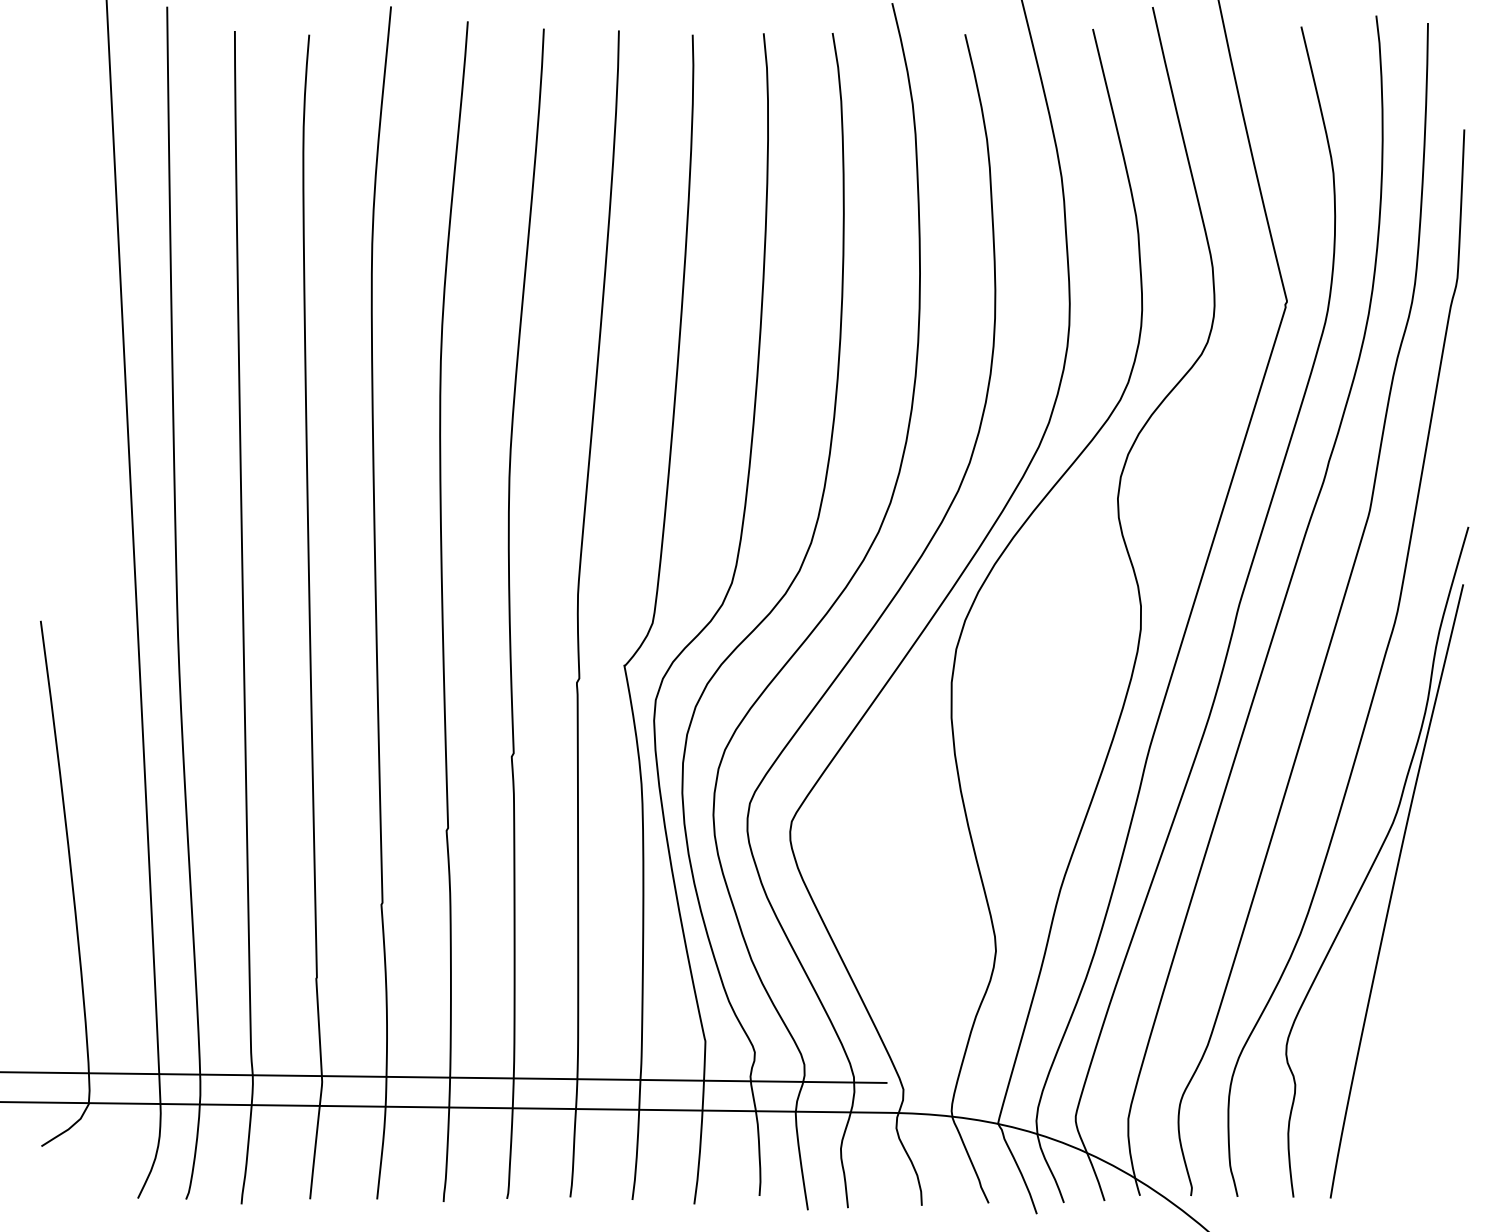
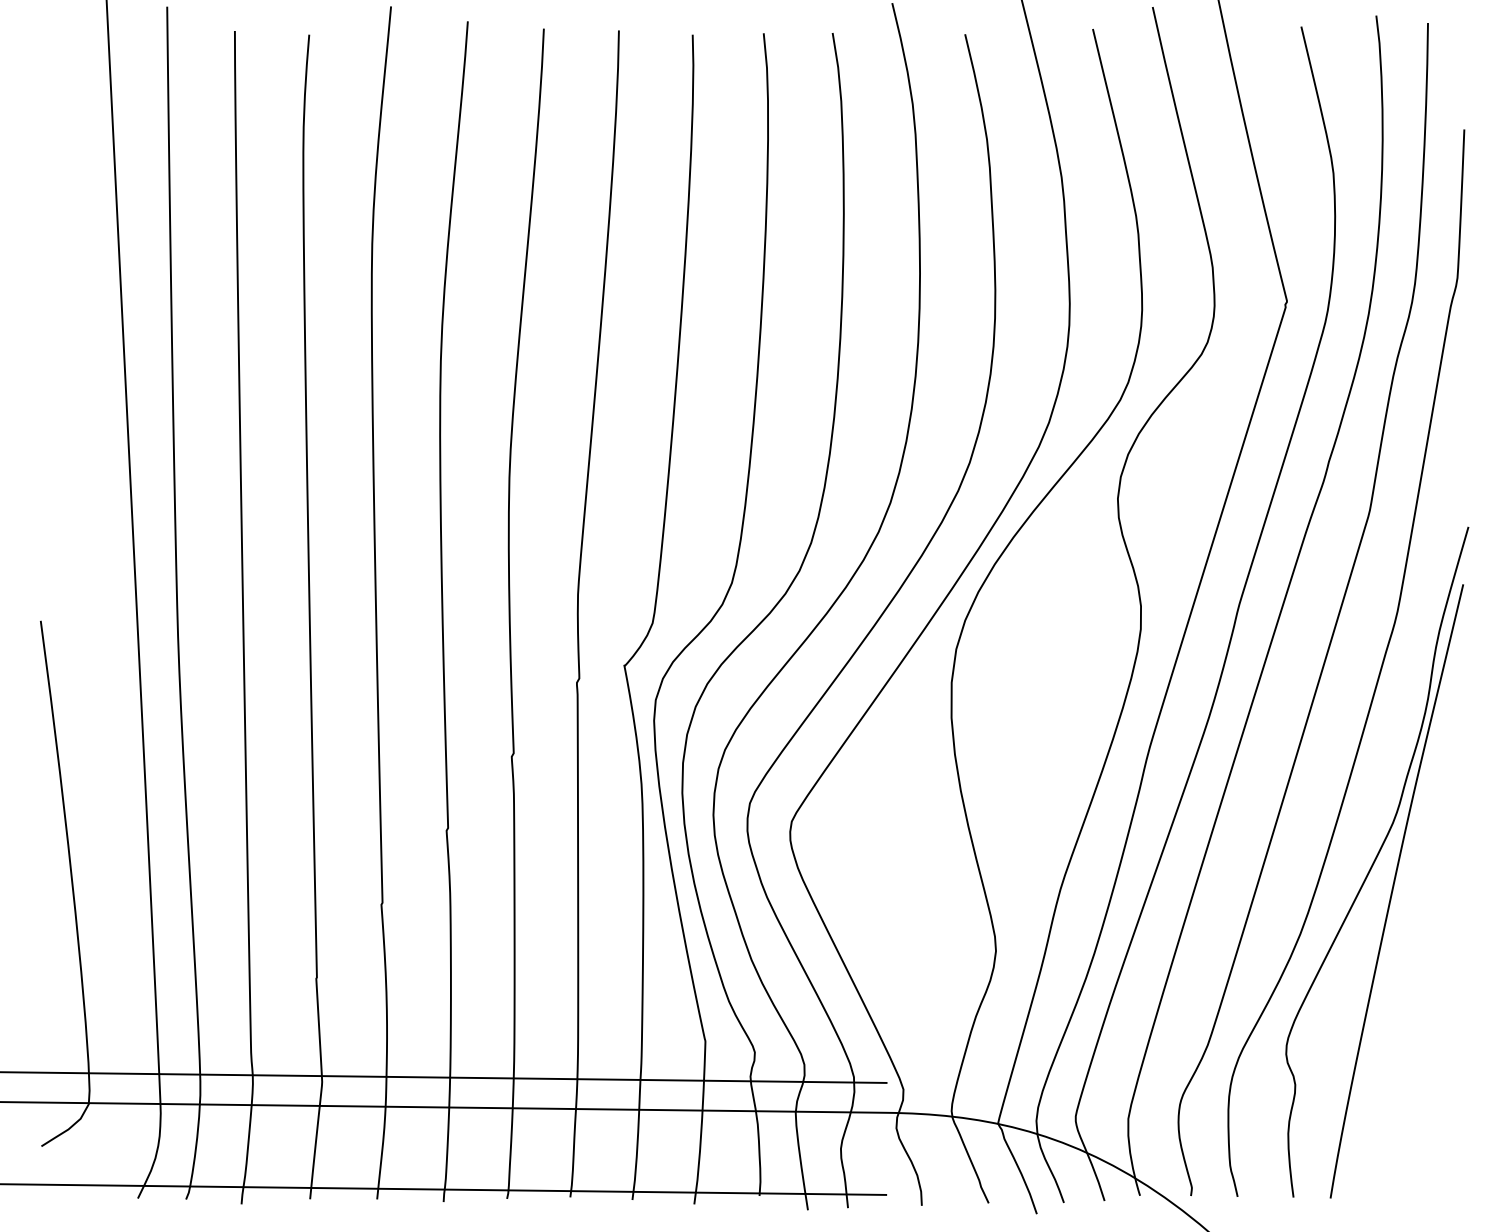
line at (444, 1189): none -> present
